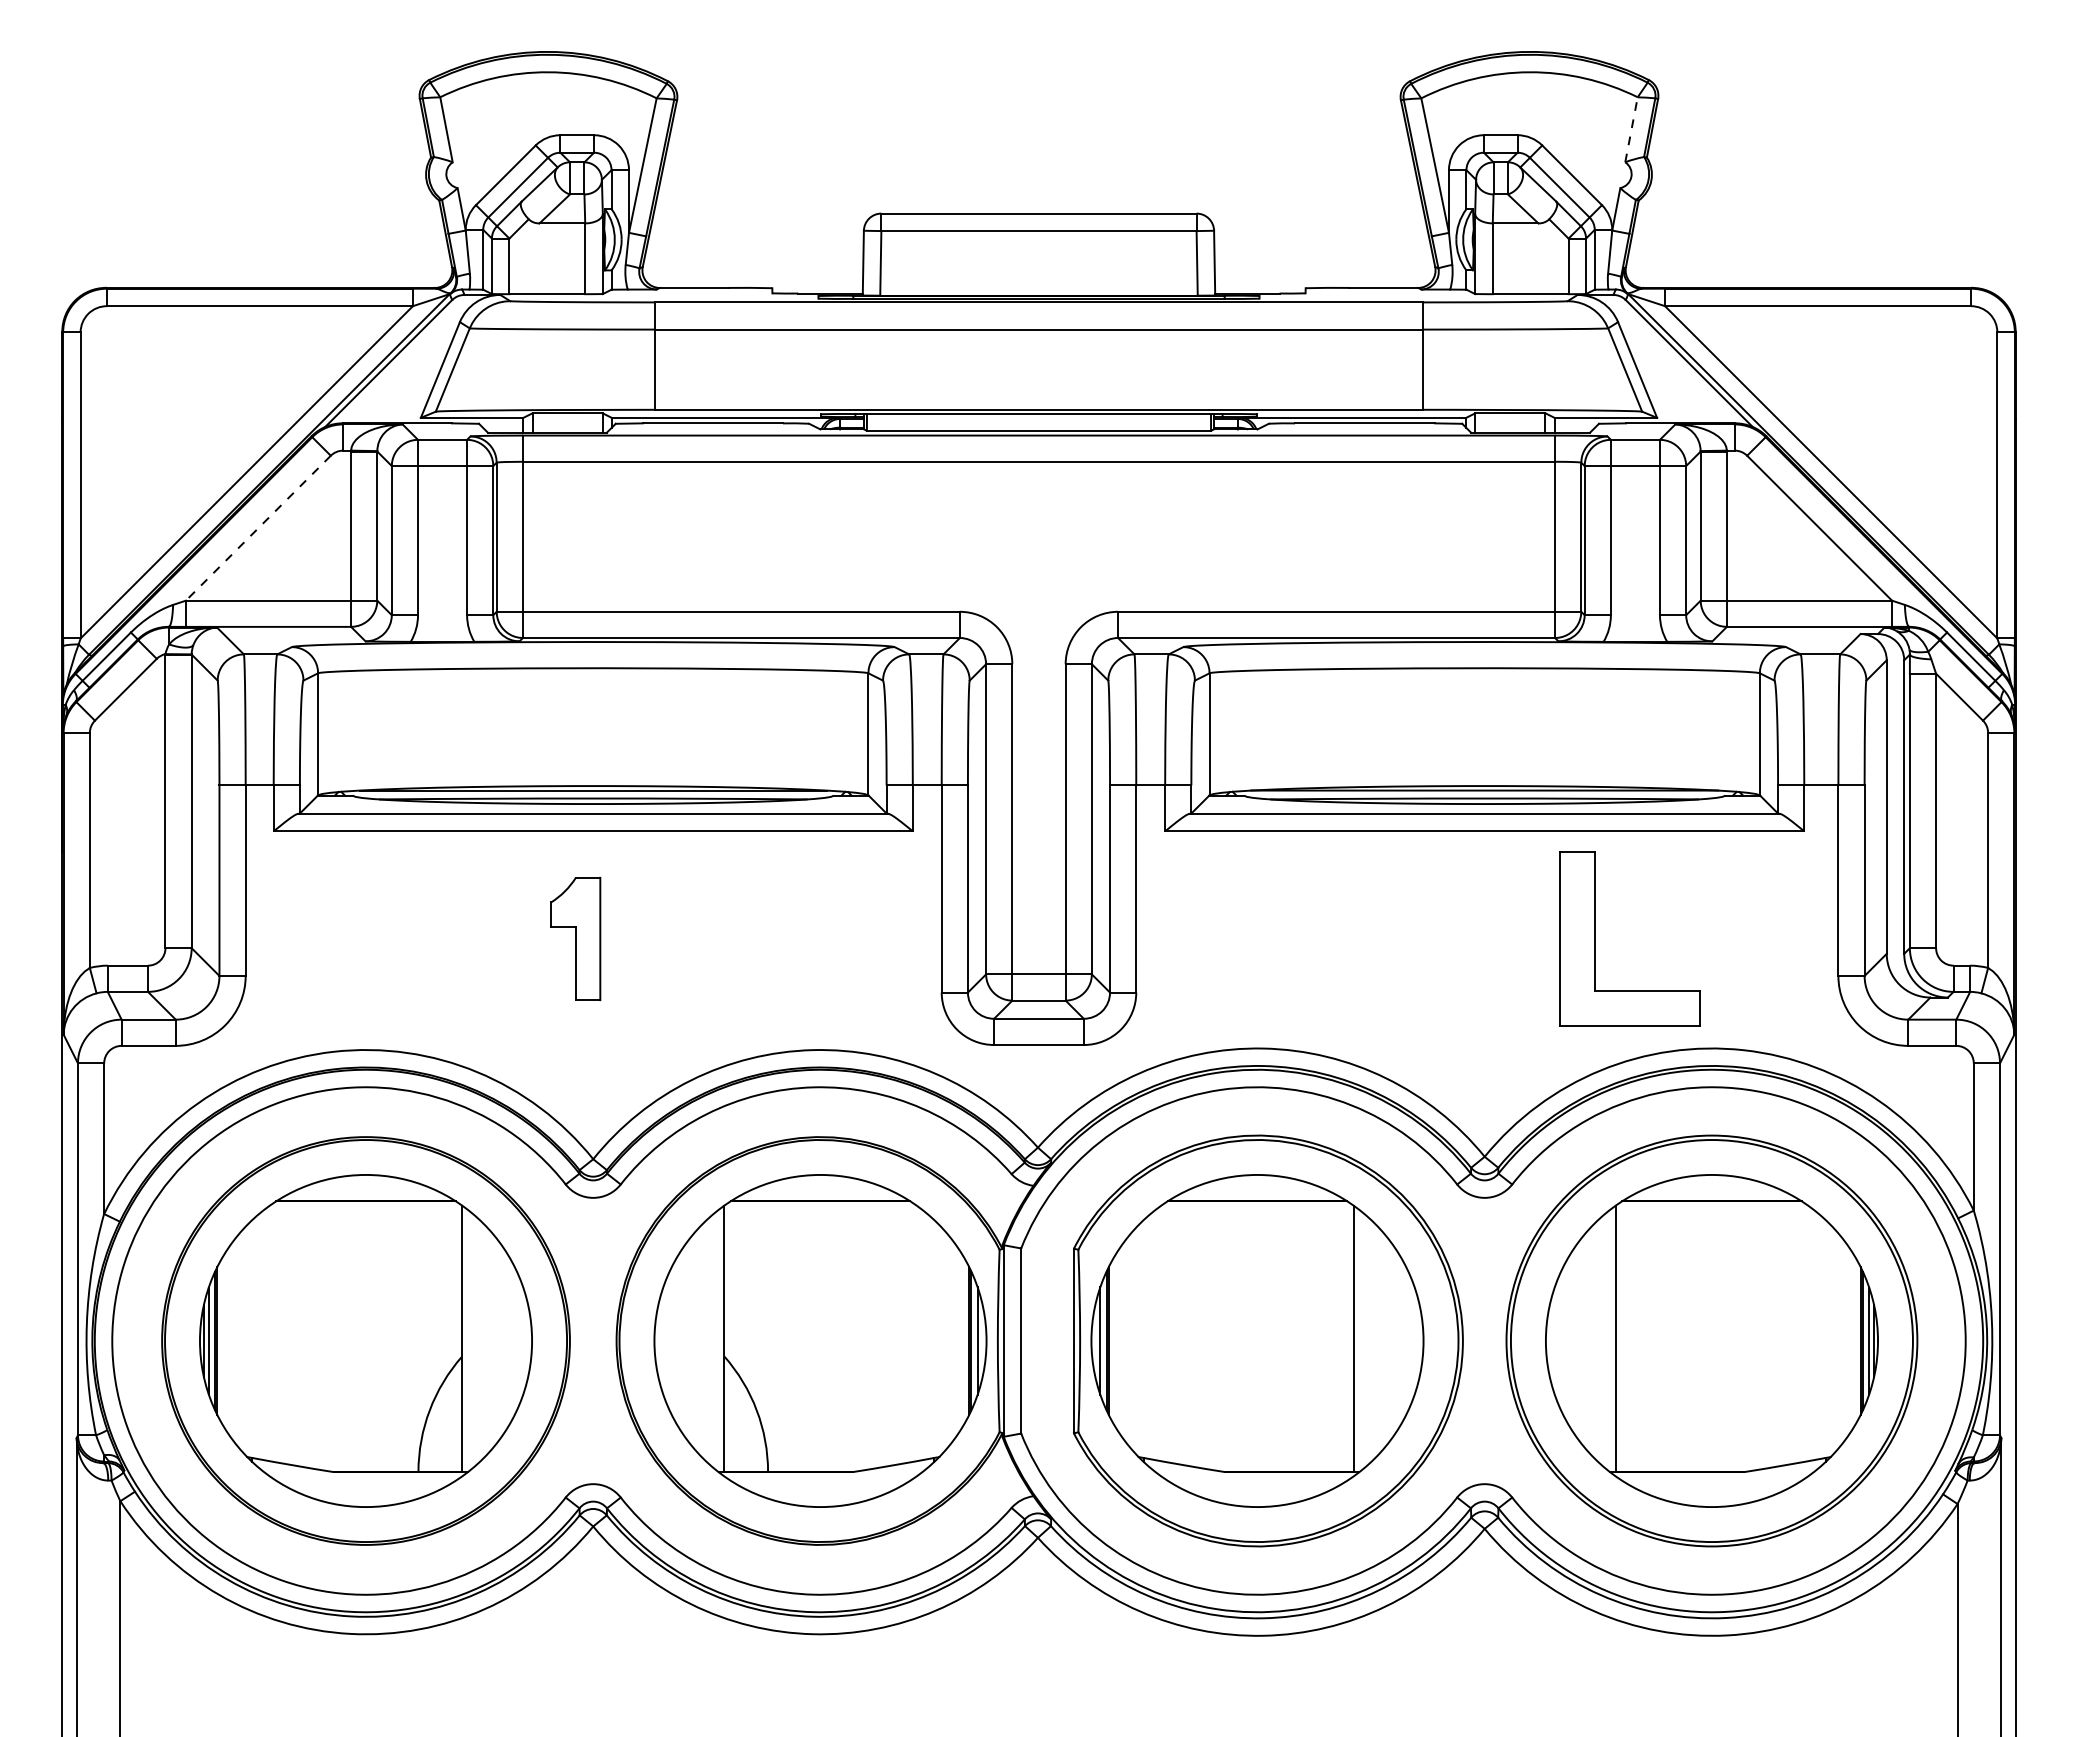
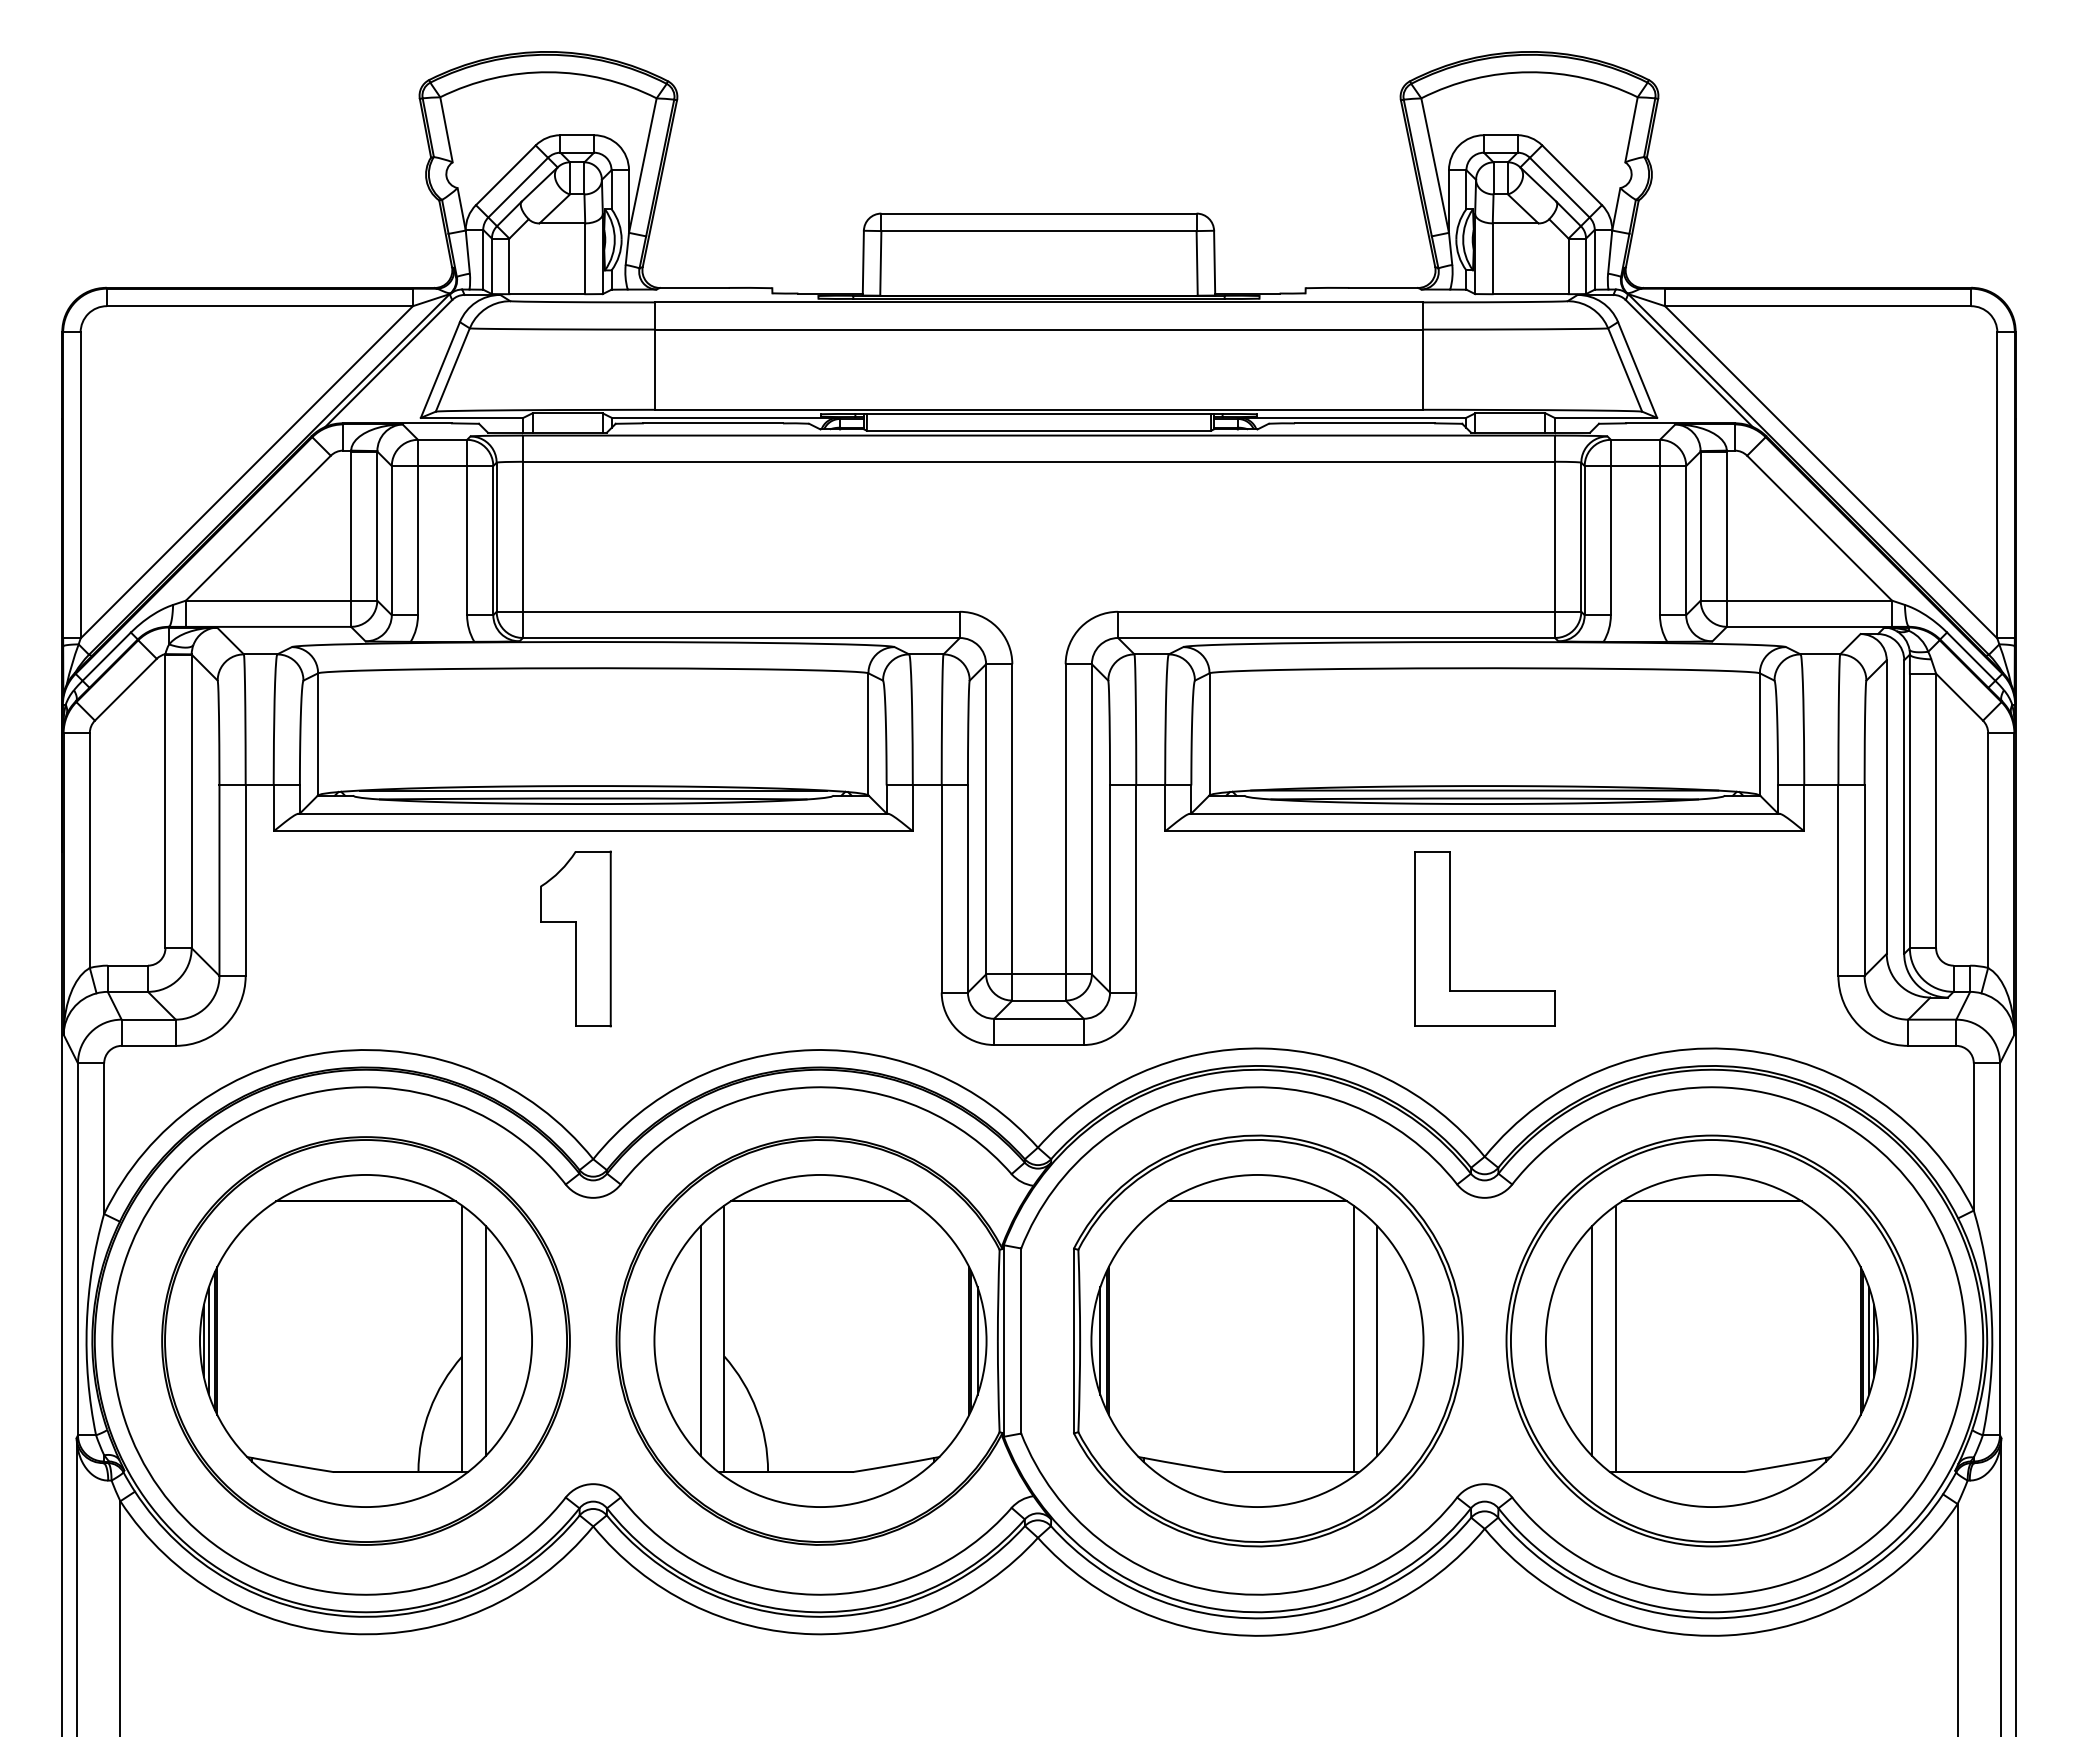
line at (1631, 129): dashed -> solid
line at (258, 528): dashed -> solid
part at (575, 938) size: 52x126 px -> 72x178 px
part at (1595, 938) position: (1595, 938) -> (1450, 938)
line at (485, 1341): none -> present
line at (700, 1341): none -> present
line at (1377, 1341): none -> present
line at (1592, 1341): none -> present
